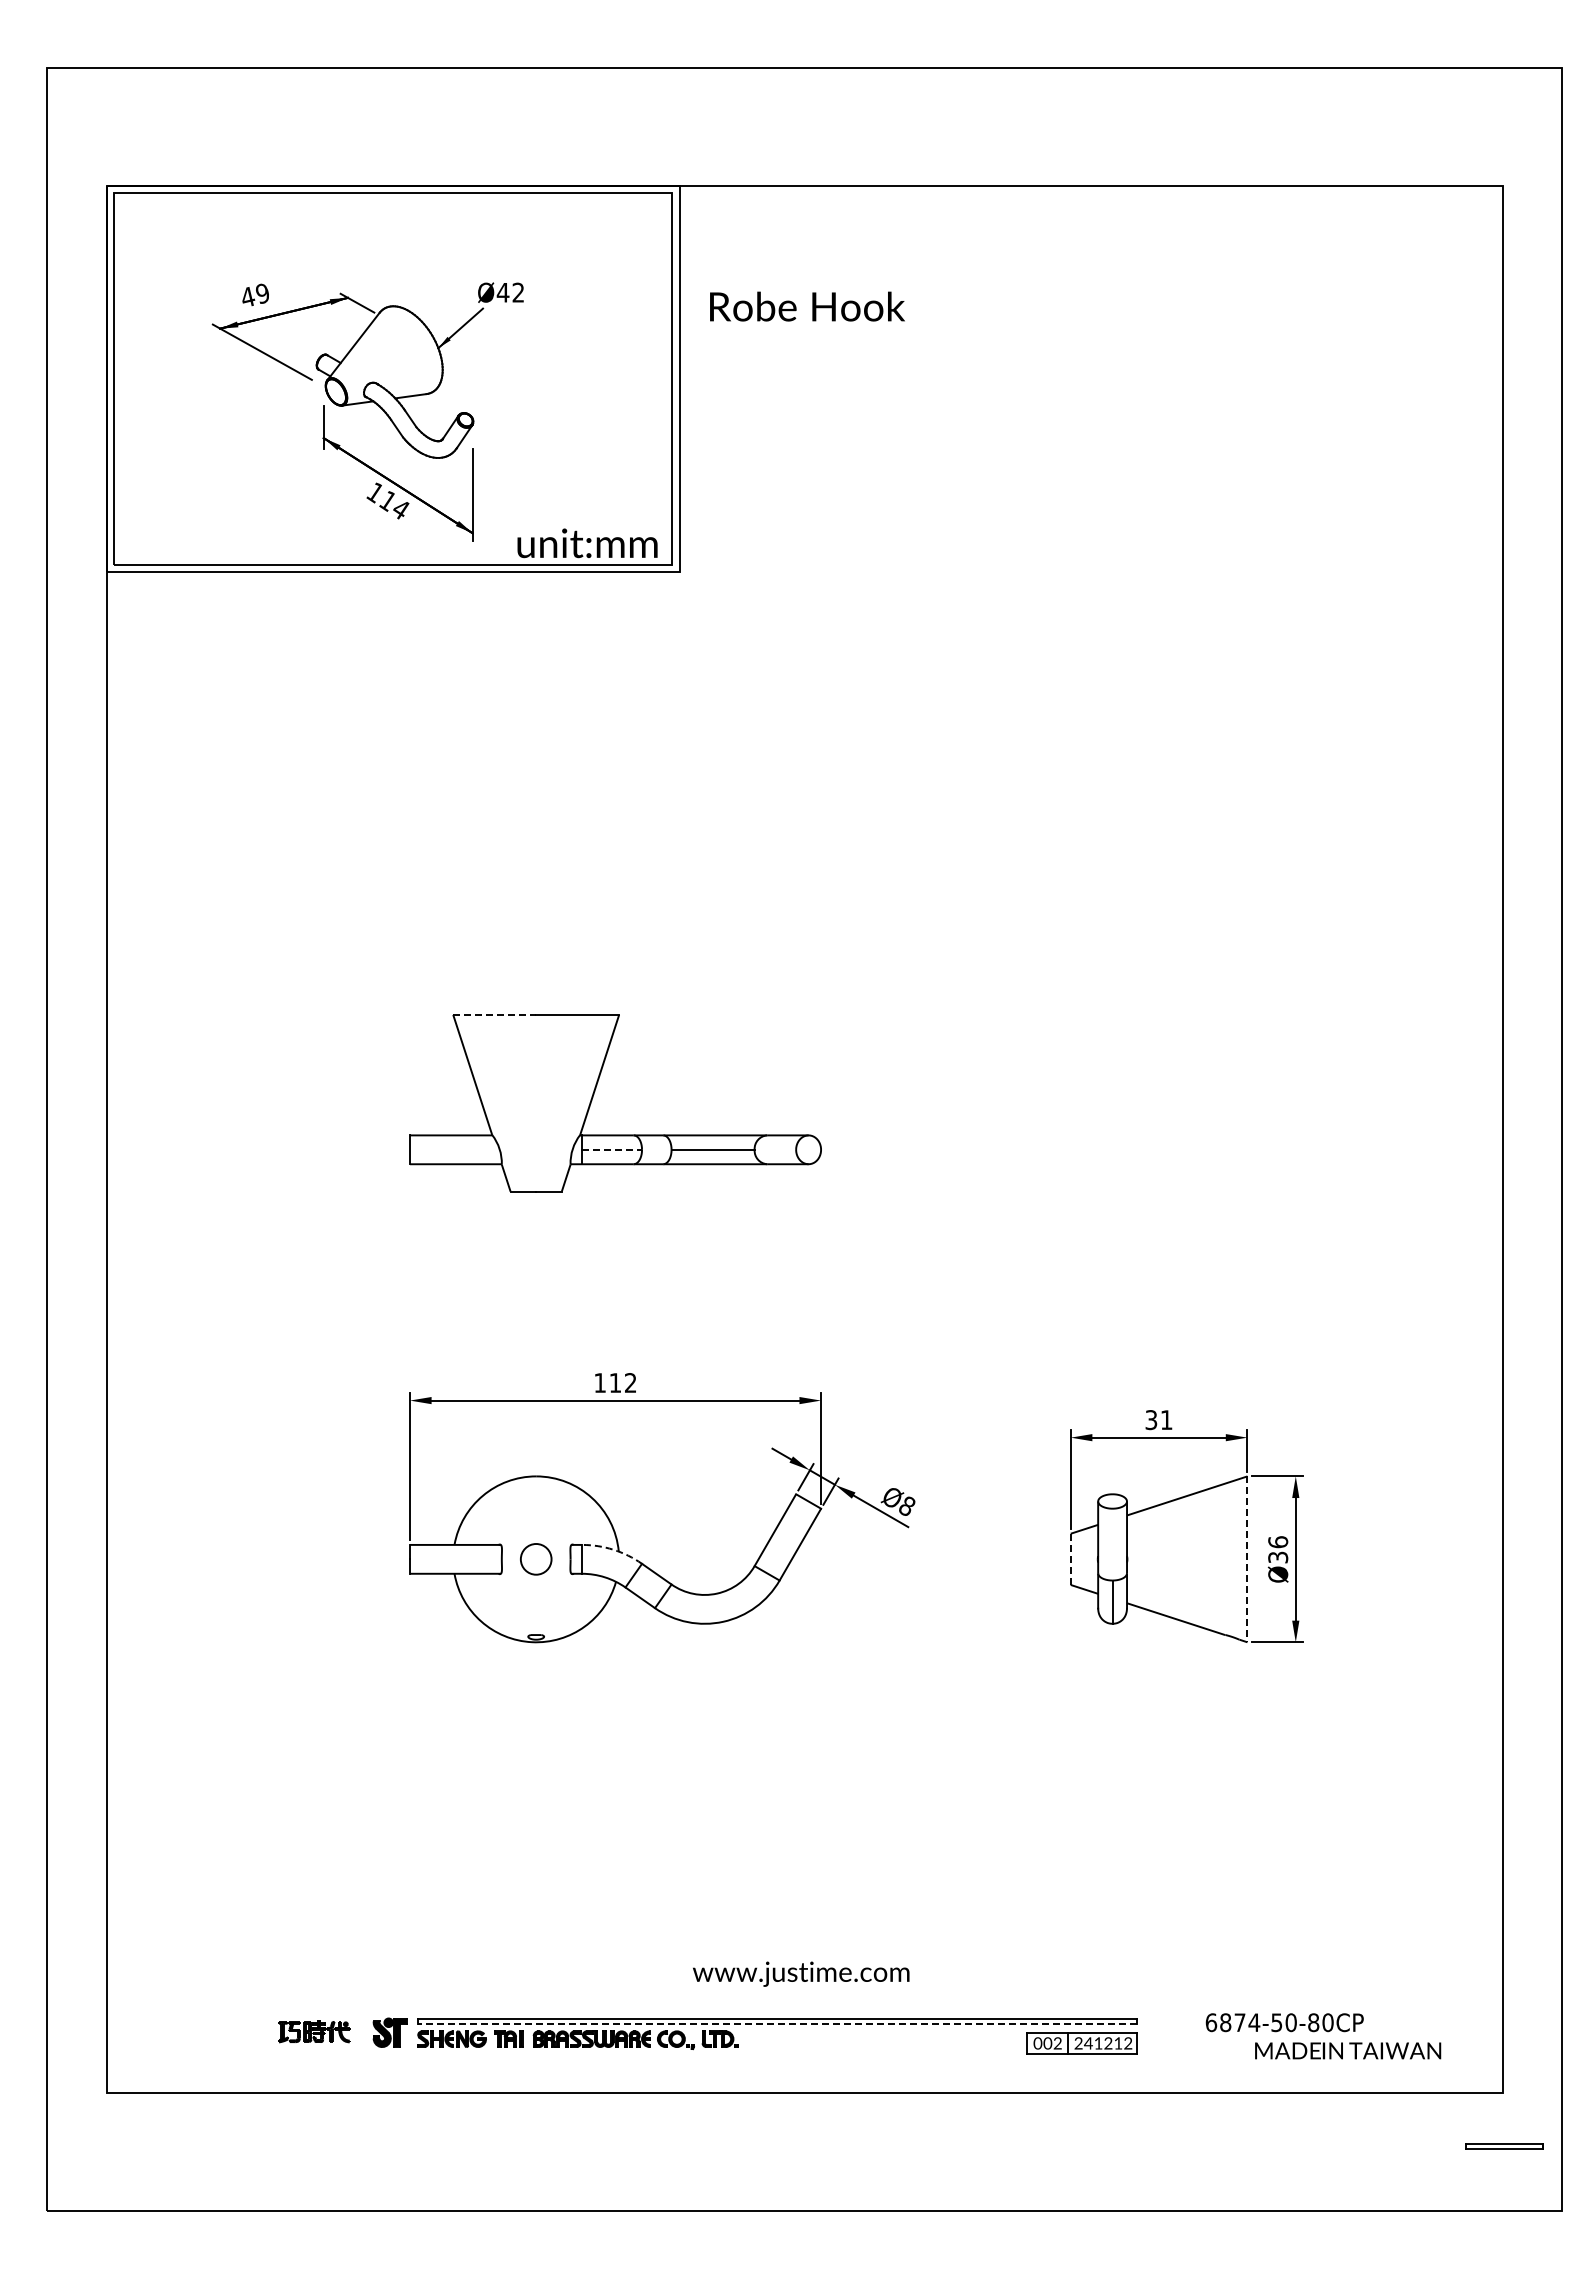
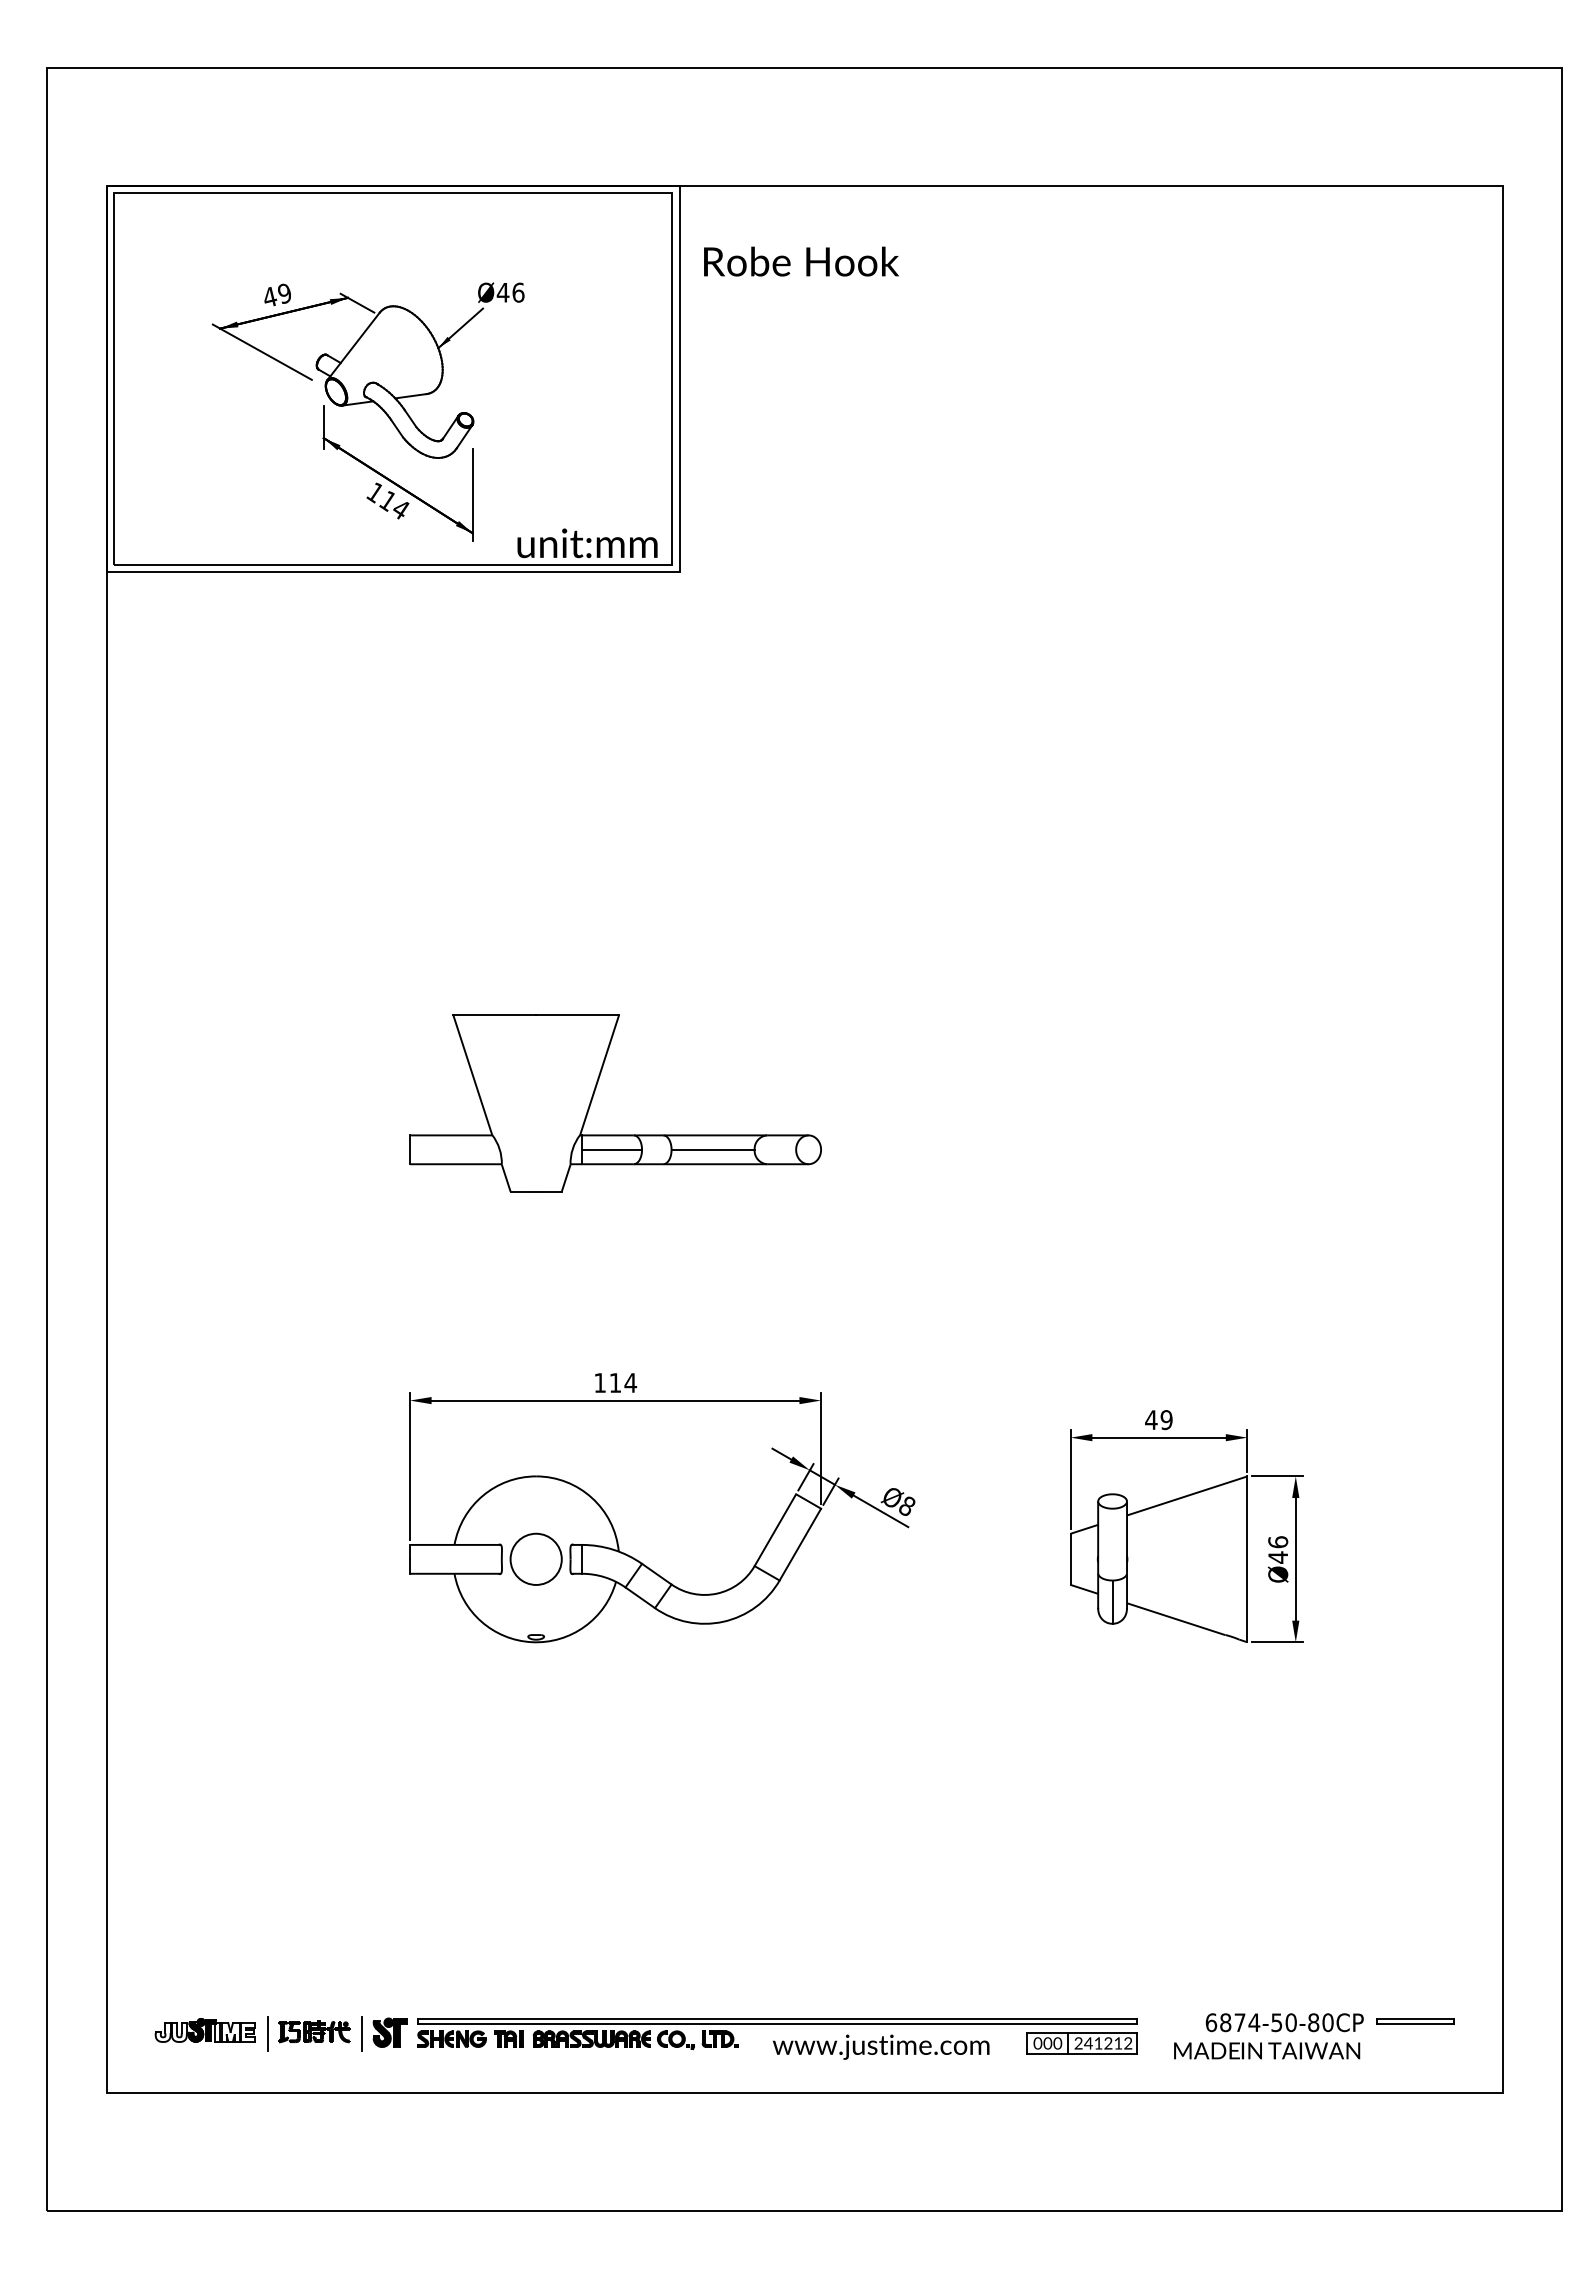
text at (518, 292): Ø42 -> Ø46
text at (255, 294) position: (255, 294) -> (277, 294)
text at (807, 306) position: (807, 306) -> (801, 261)
line at (495, 1014): dashed -> solid
line at (612, 1149): dashed -> solid
text at (630, 1382): 112 -> 114
text at (1158, 1420): 31 -> 49
arc at (613, 1549): dashed -> solid
text at (1278, 1557): Ø36 -> Ø46
circle at (535, 1558) diameter: 31 px -> 51 px
line at (1070, 1559): dashed -> solid
line at (1247, 1559): dashed -> solid
text at (801, 1973) position: (801, 1973) -> (881, 2046)
line at (777, 2024): dashed -> solid
part at (204, 2030): none -> present
line at (267, 2033): none -> present
line at (361, 2033): none -> present
text at (1057, 2044): 002 -> 000
text at (1348, 2050) position: (1348, 2050) -> (1267, 2050)
part at (1504, 2146) position: (1504, 2146) -> (1415, 2021)
